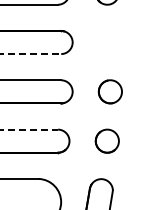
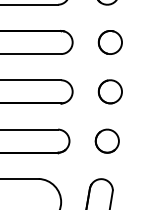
part at (109, 42): none -> present
line at (31, 54): dashed -> solid
line at (29, 129): dashed -> solid
